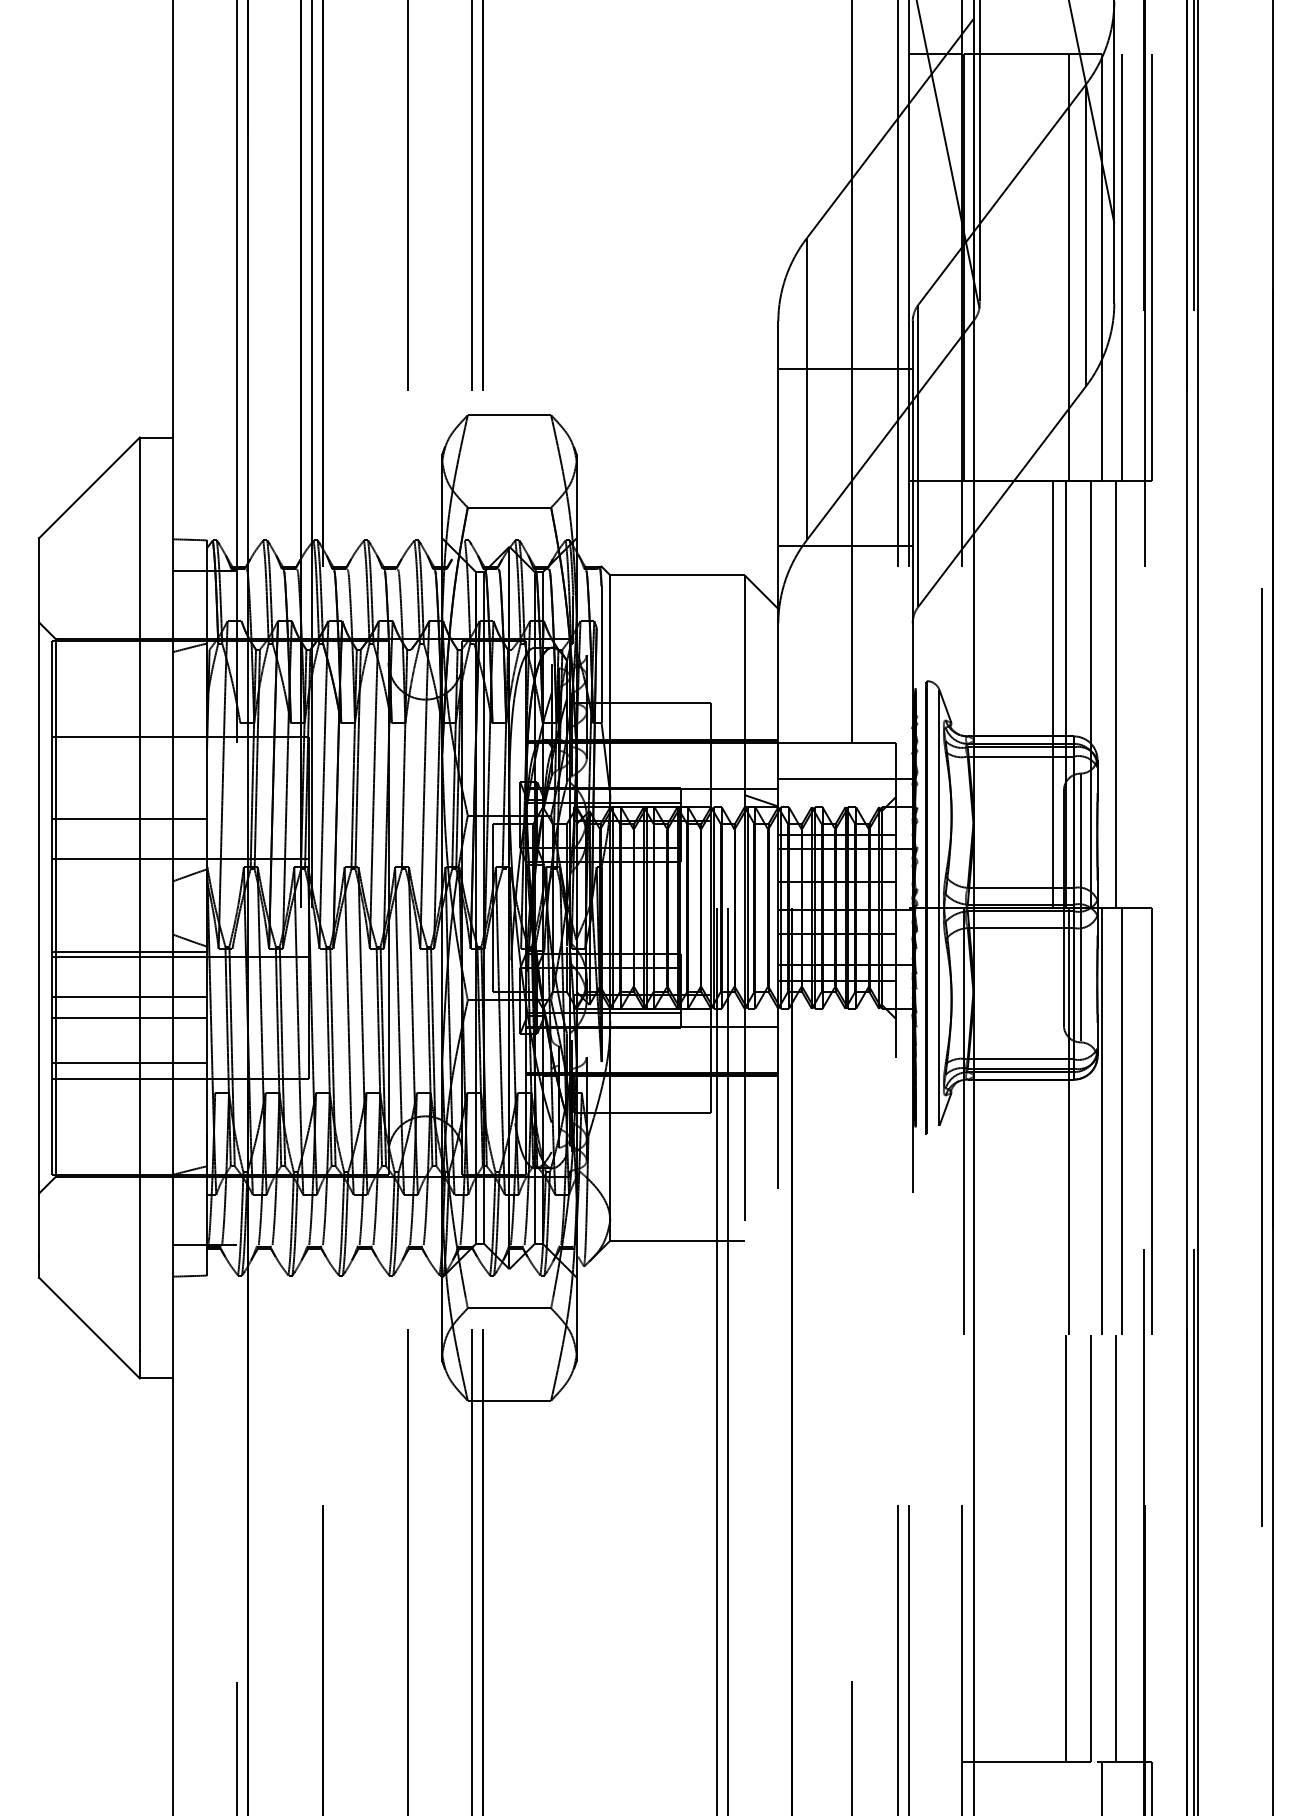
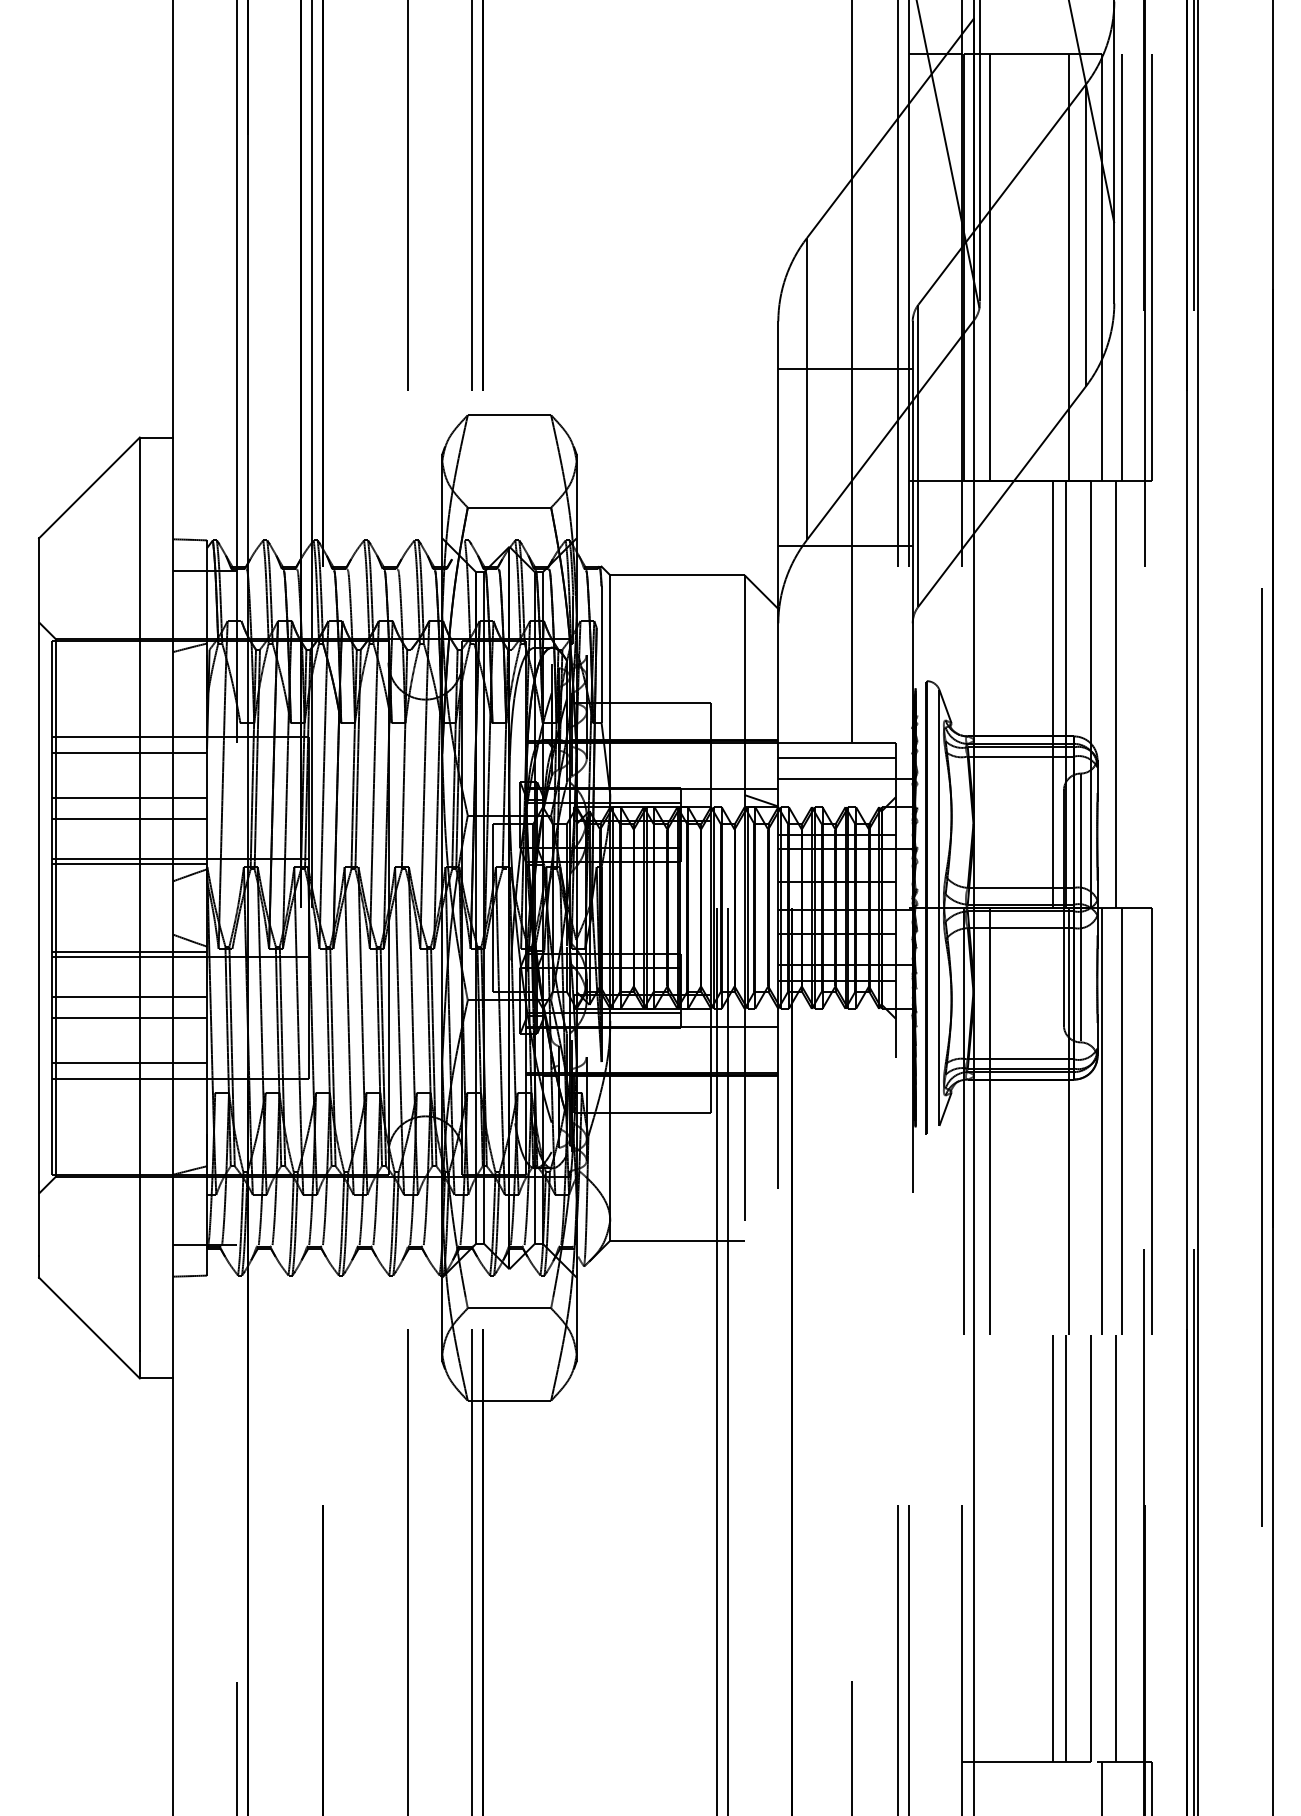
line at (989, 267): none -> present
line at (129, 753): none -> present
line at (836, 757): none -> present
line at (129, 798): none -> present
line at (129, 864): none -> present
line at (989, 1121): none -> present
line at (1053, 1547): none -> present
